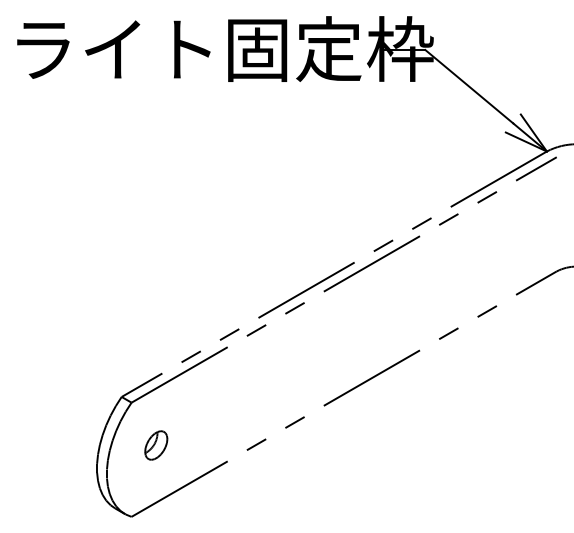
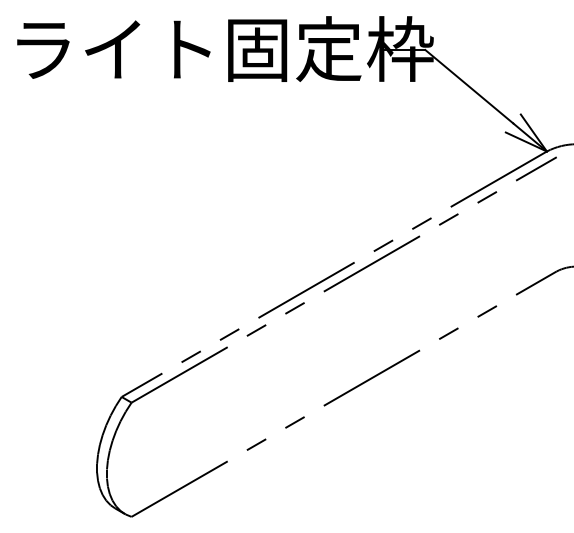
part at (156, 445): present -> none
